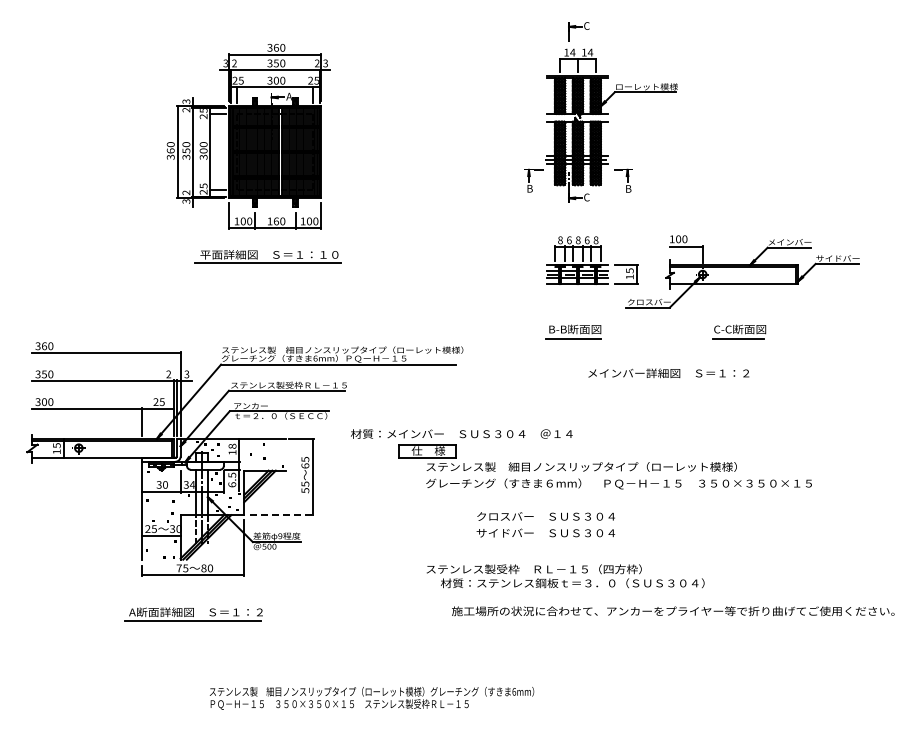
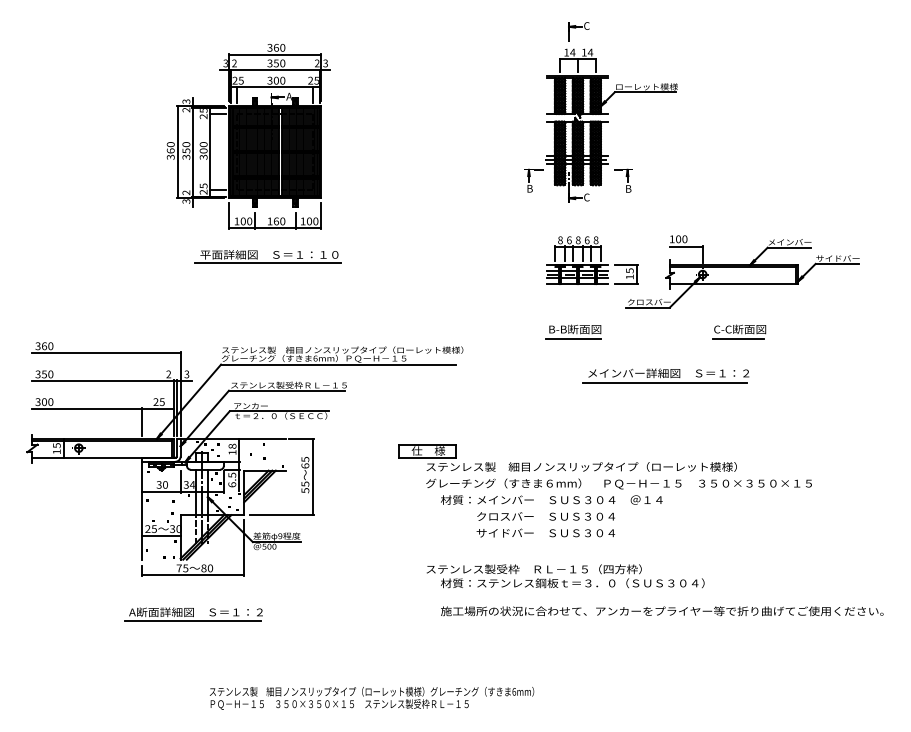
line at (664, 382): none -> present
text at (461, 433) position: (461, 433) -> (551, 499)
line at (282, 515): dashed -> solid
text at (673, 611) position: (673, 611) -> (662, 611)
